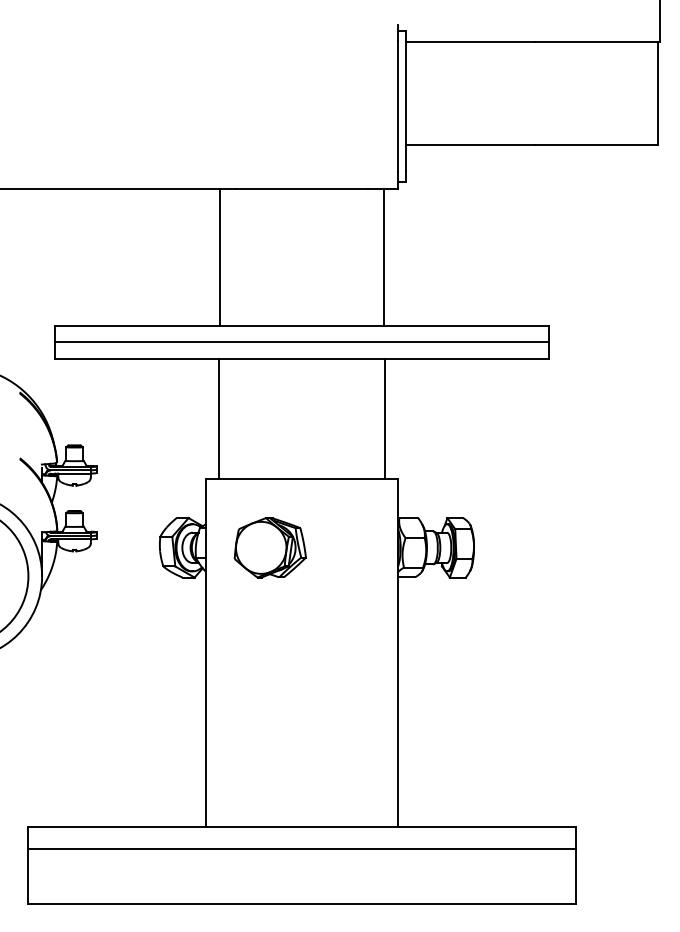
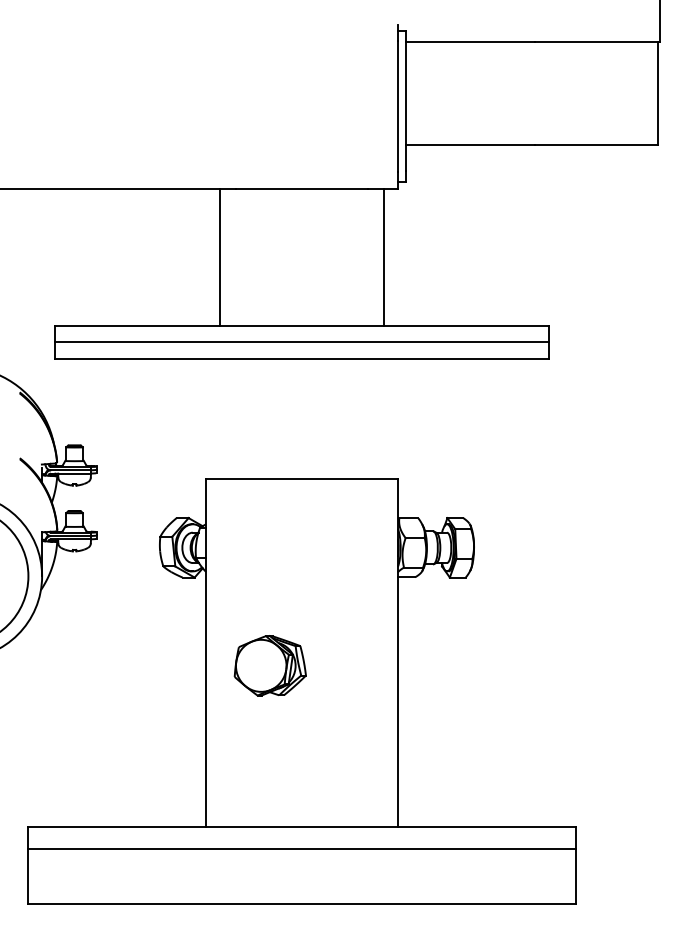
line at (219, 418): present -> none
line at (384, 418): present -> none
part at (269, 547) position: (269, 547) -> (269, 665)
